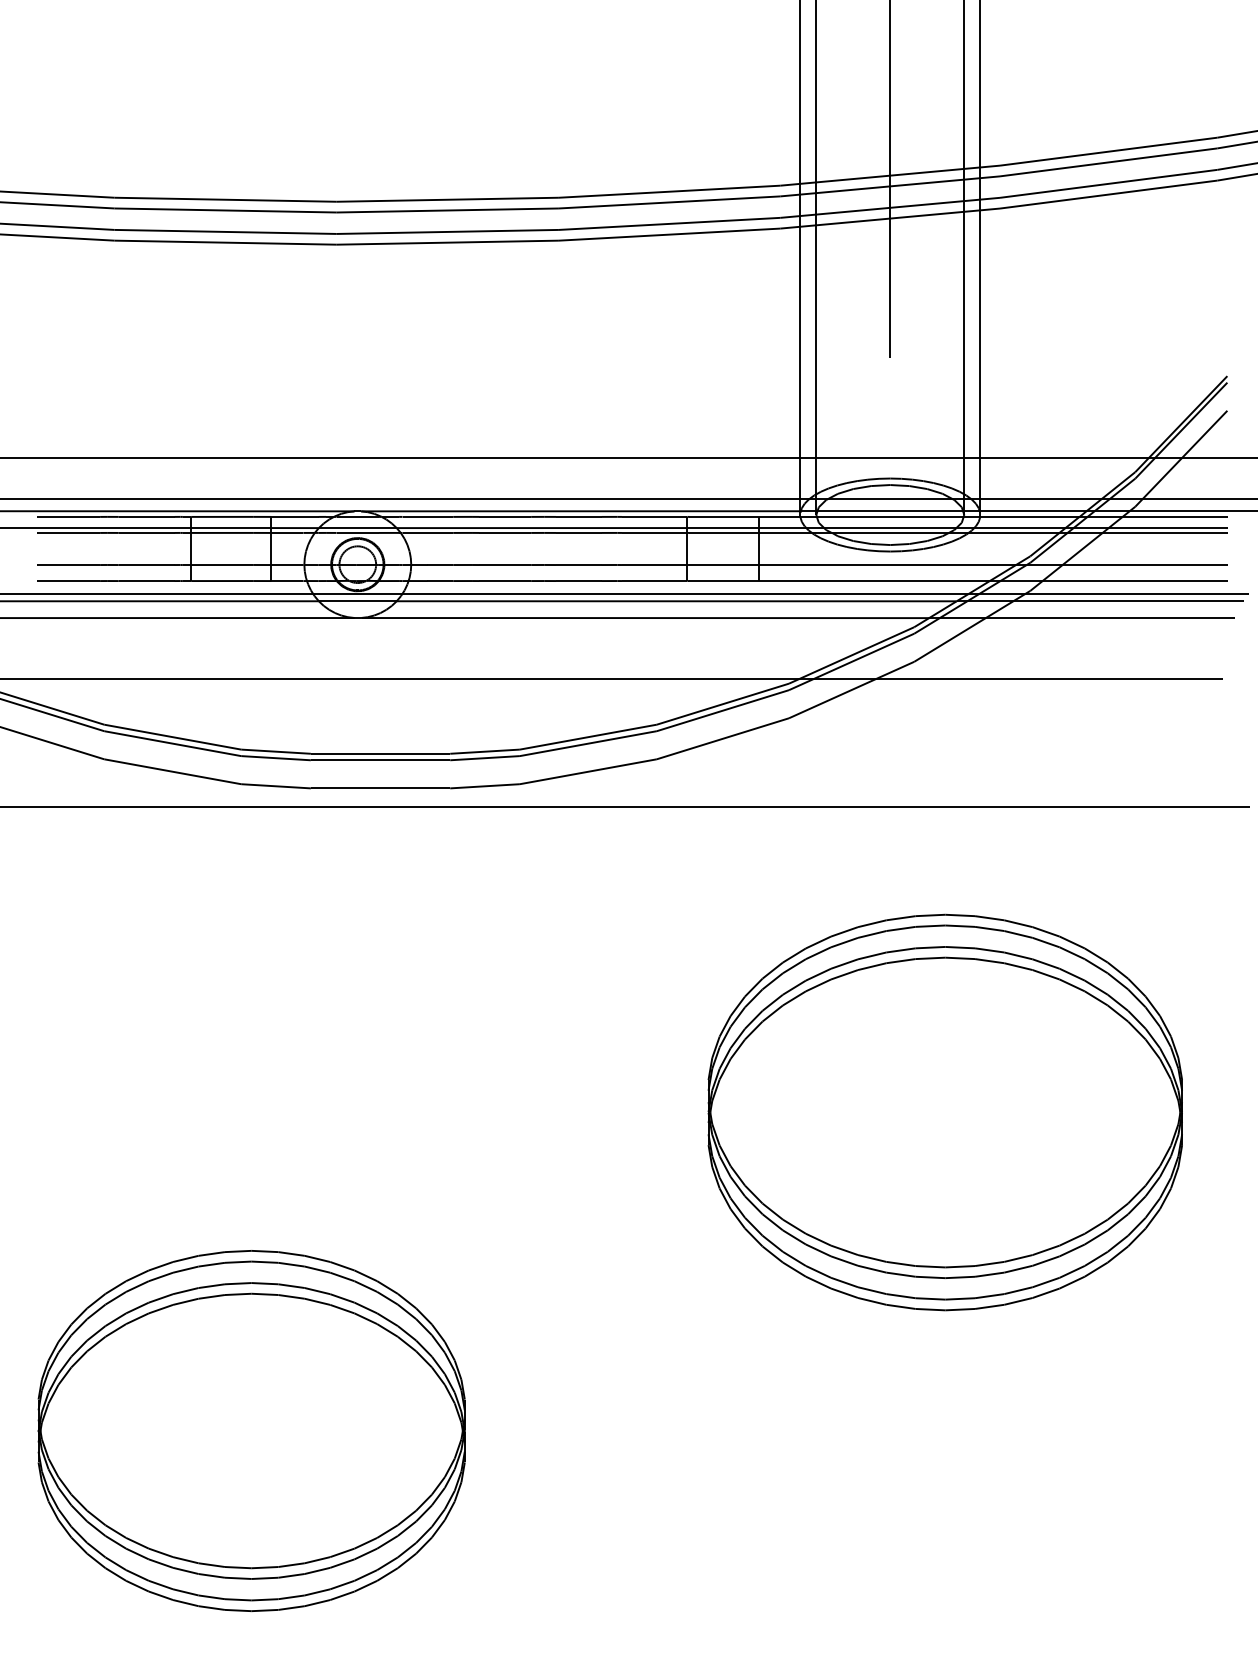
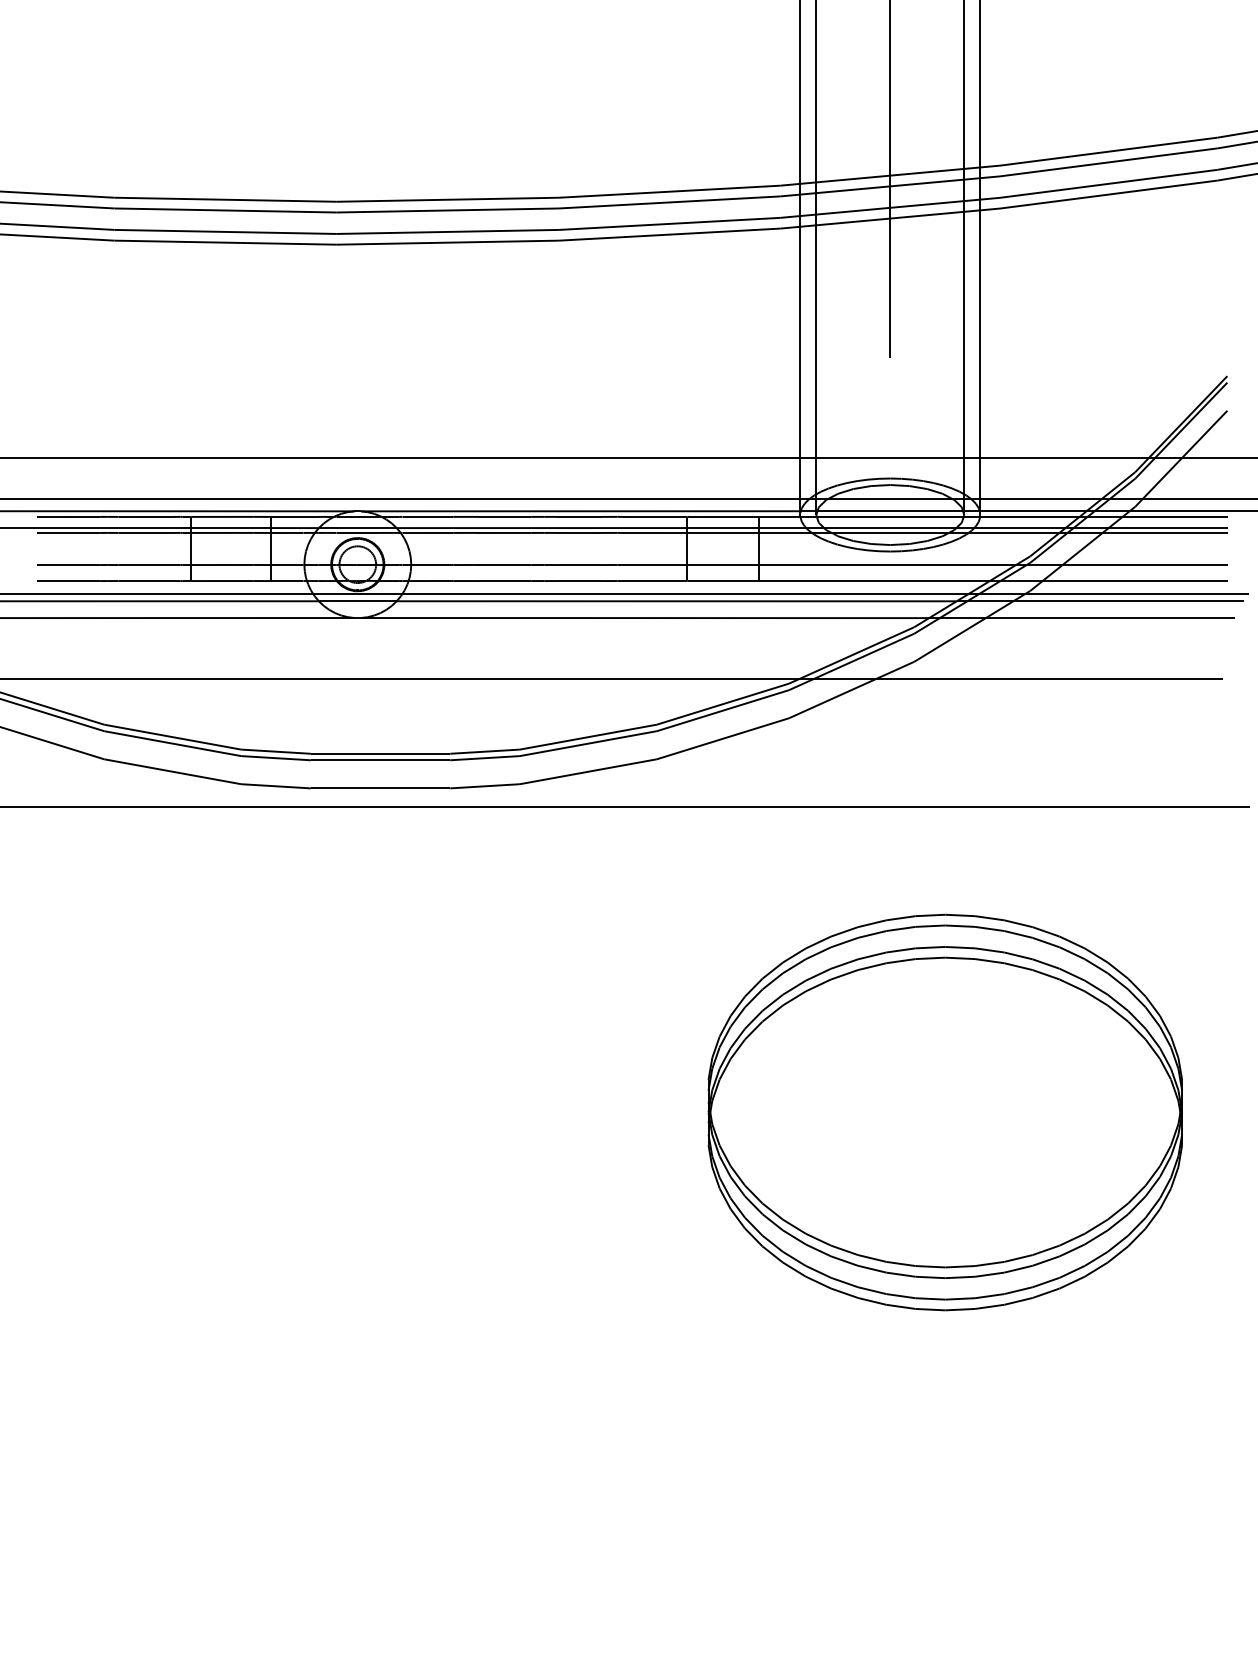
part at (251, 1430): present -> none
